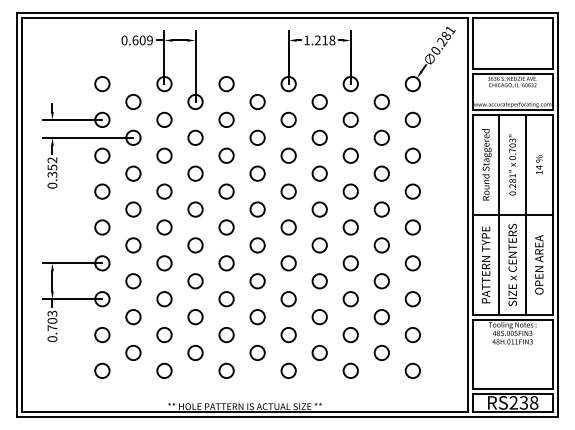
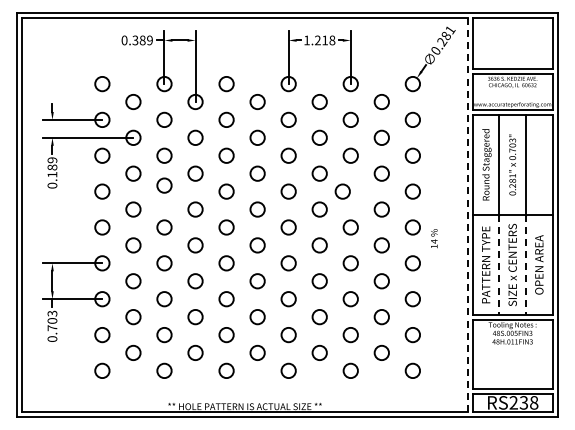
text at (138, 40): 0.609 -> 0.389
text at (539, 164) position: (539, 164) -> (434, 238)
text at (52, 167): 0.352 -> 0.189
circle at (164, 191) position: (164, 191) -> (164, 185)
circle at (350, 191) position: (350, 191) -> (342, 191)
line at (467, 214): solid -> dashed
line at (499, 265): solid -> dashed
line at (526, 265): solid -> dashed
